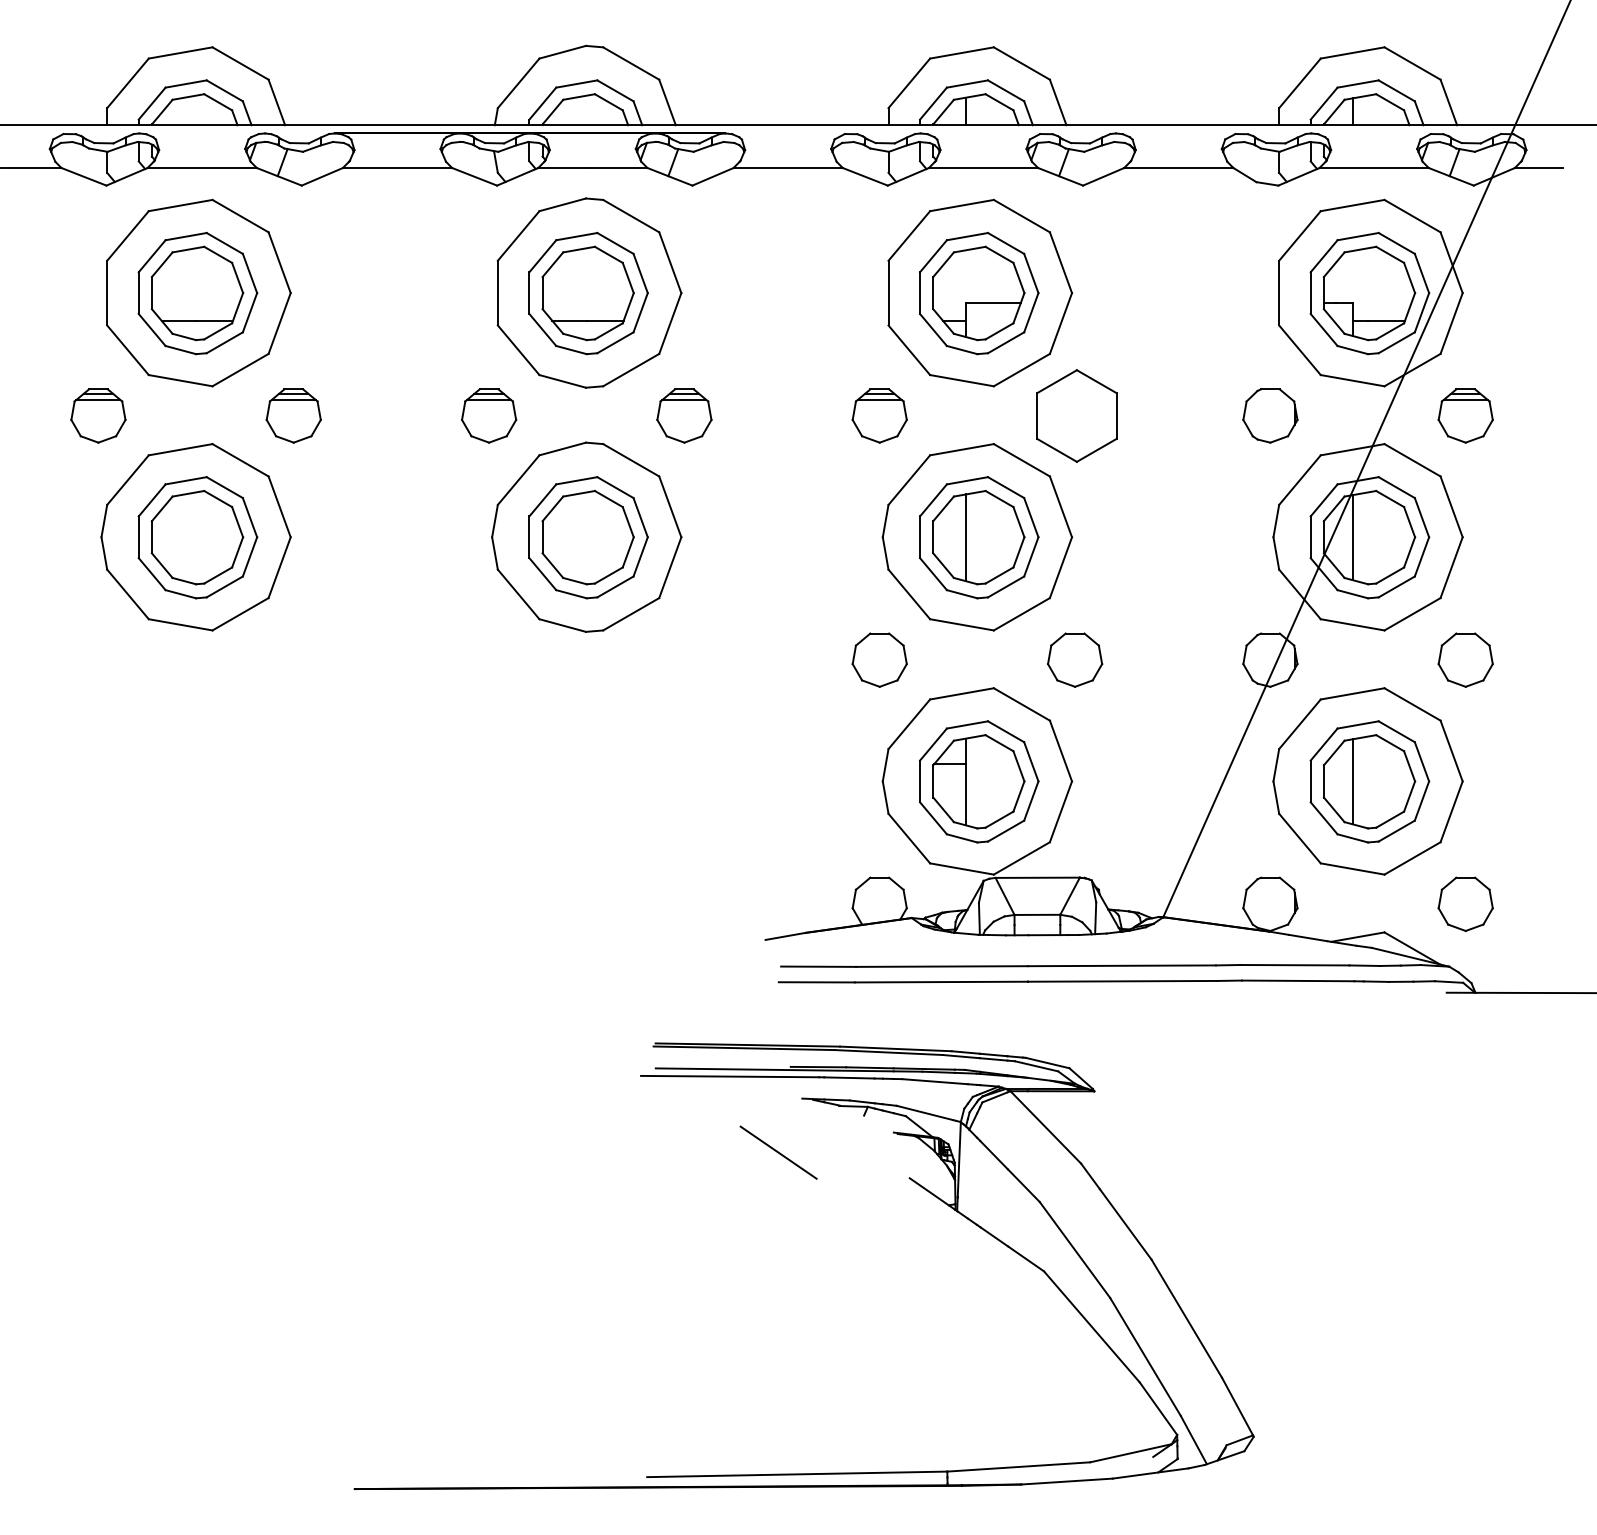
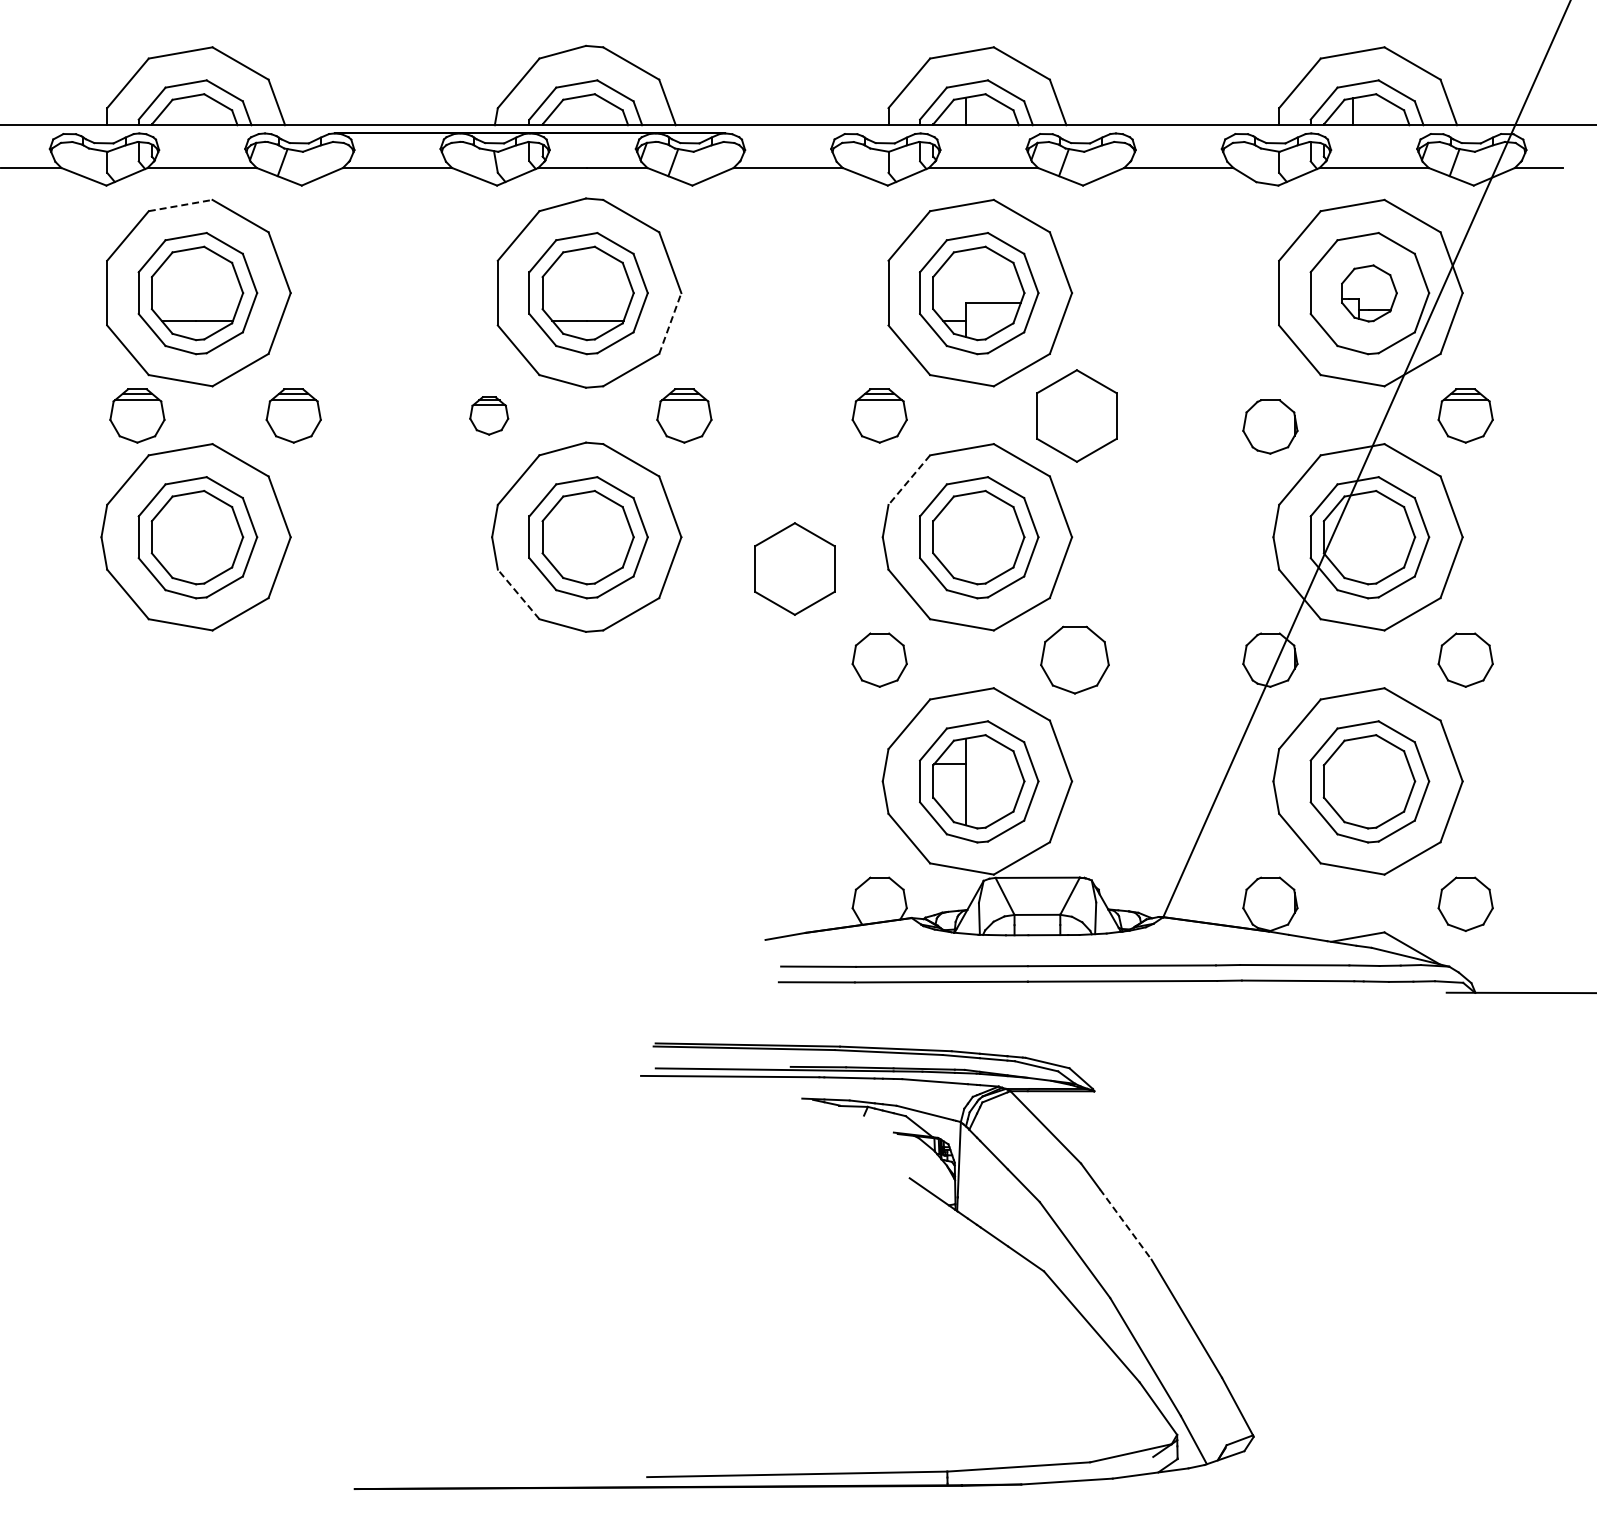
line at (181, 205): solid -> dashed
part at (1369, 293) size: 95x97 px -> 57x59 px
line at (670, 323): solid -> dashed
part at (98, 415) position: (98, 415) -> (137, 415)
part at (489, 415) size: 57x56 px -> 41x40 px
part at (1270, 415) position: (1270, 415) -> (1270, 426)
line at (908, 480): solid -> dashed
line at (965, 537): present -> none
line at (1352, 537): present -> none
part at (794, 568): none -> present
line at (518, 594): solid -> dashed
part at (1075, 659) size: 57x56 px -> 70x70 px
line at (1352, 781): present -> none
line at (778, 1152): present -> none
line at (1125, 1224): solid -> dashed
